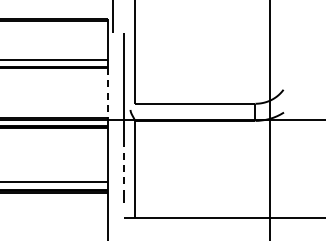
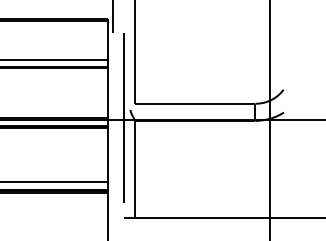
line at (107, 93): dashed -> solid
line at (124, 165): dashed -> solid
